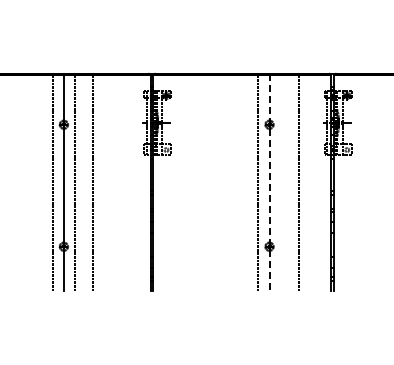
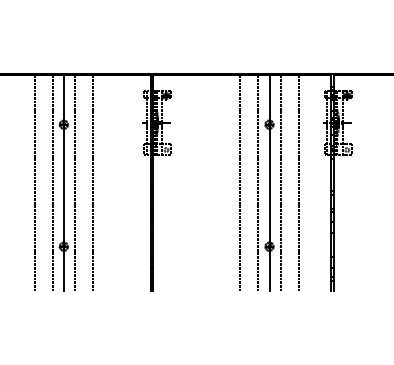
line at (34, 182): none -> present
line at (240, 182): none -> present
line at (269, 182): dashed -> solid
line at (280, 182): none -> present
